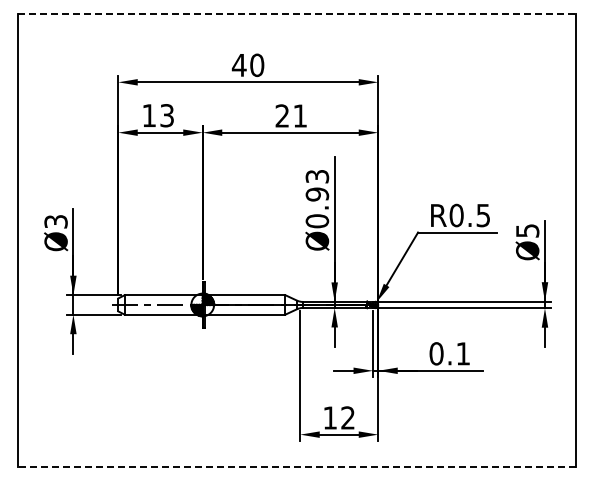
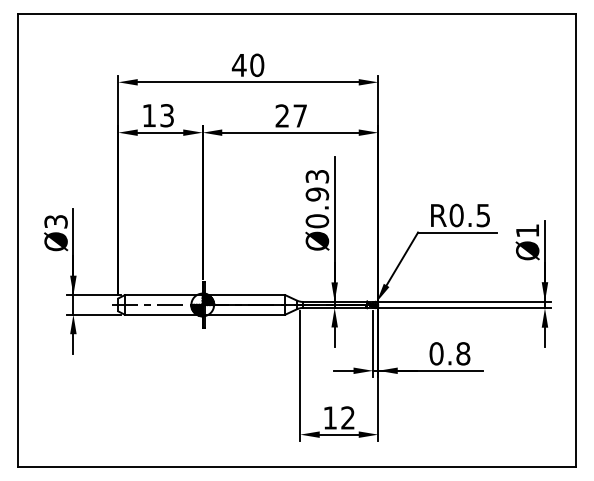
line at (297, 14): dashed -> solid
text at (299, 115): 21 -> 27
text at (527, 230): Ø5 -> Ø1
text at (463, 353): 0.1 -> 0.8
line at (296, 466): dashed -> solid
